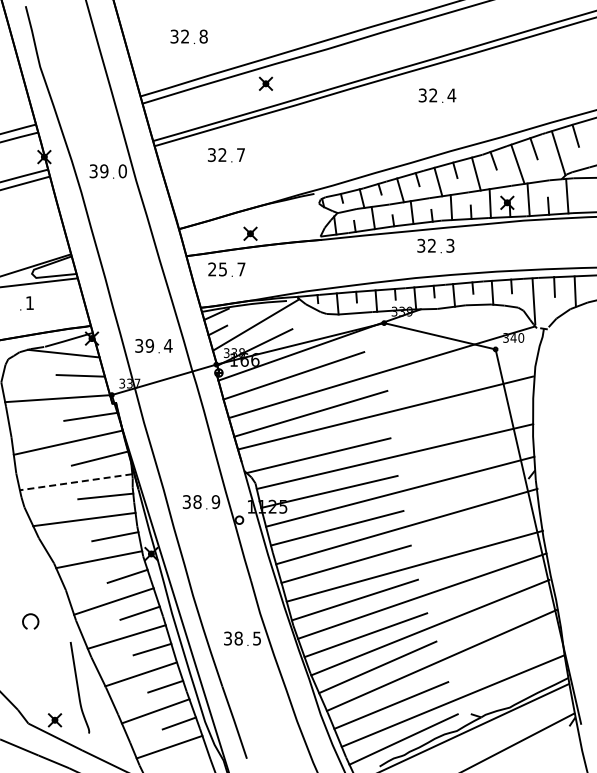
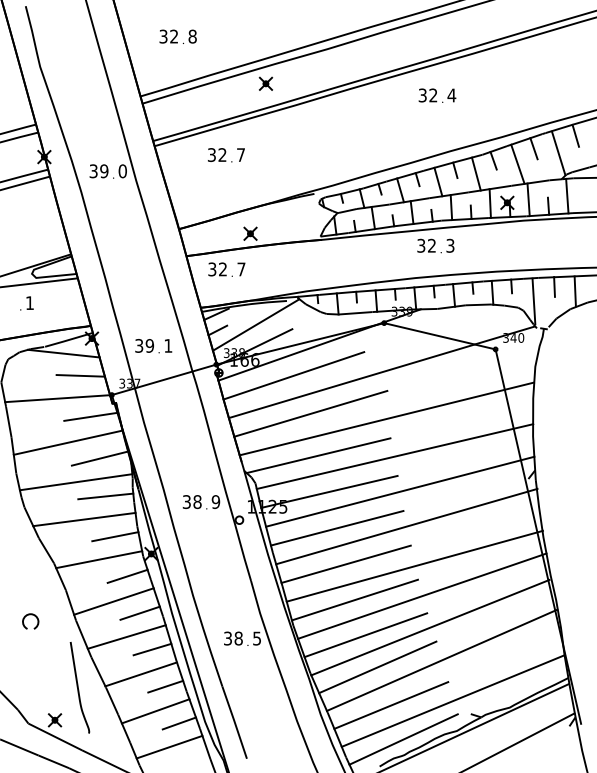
text at (188, 36) position: (188, 36) -> (177, 36)
text at (217, 269): 25 -> 32
text at (167, 345): 4 -> 1
line at (385, 412) position: (385, 412) -> (386, 418)
line at (76, 482): dashed -> solid
